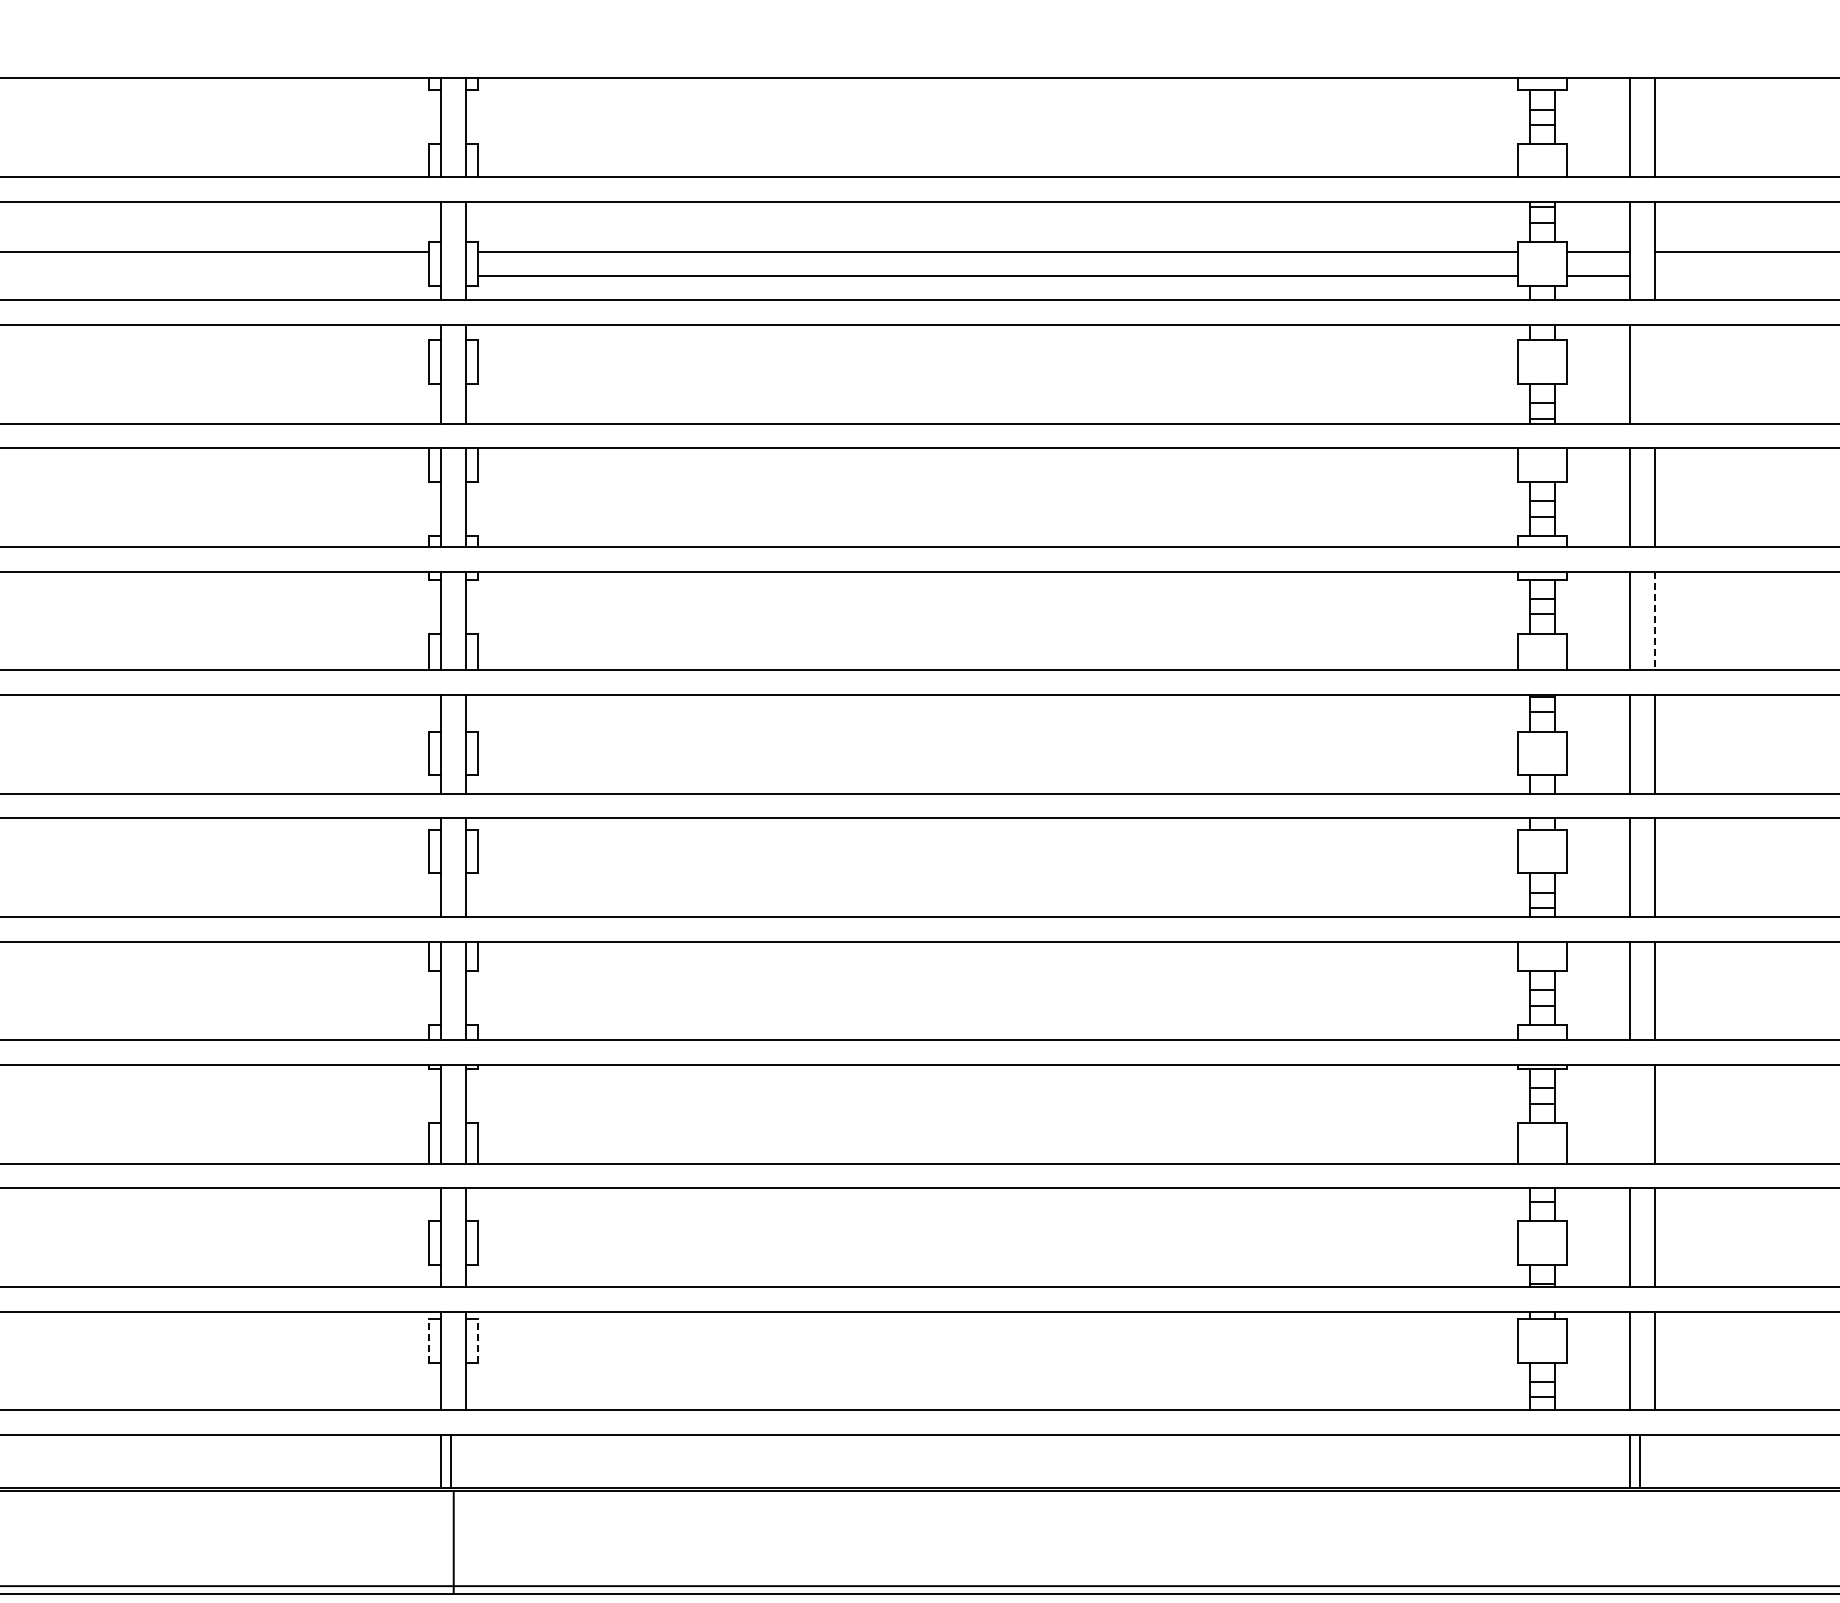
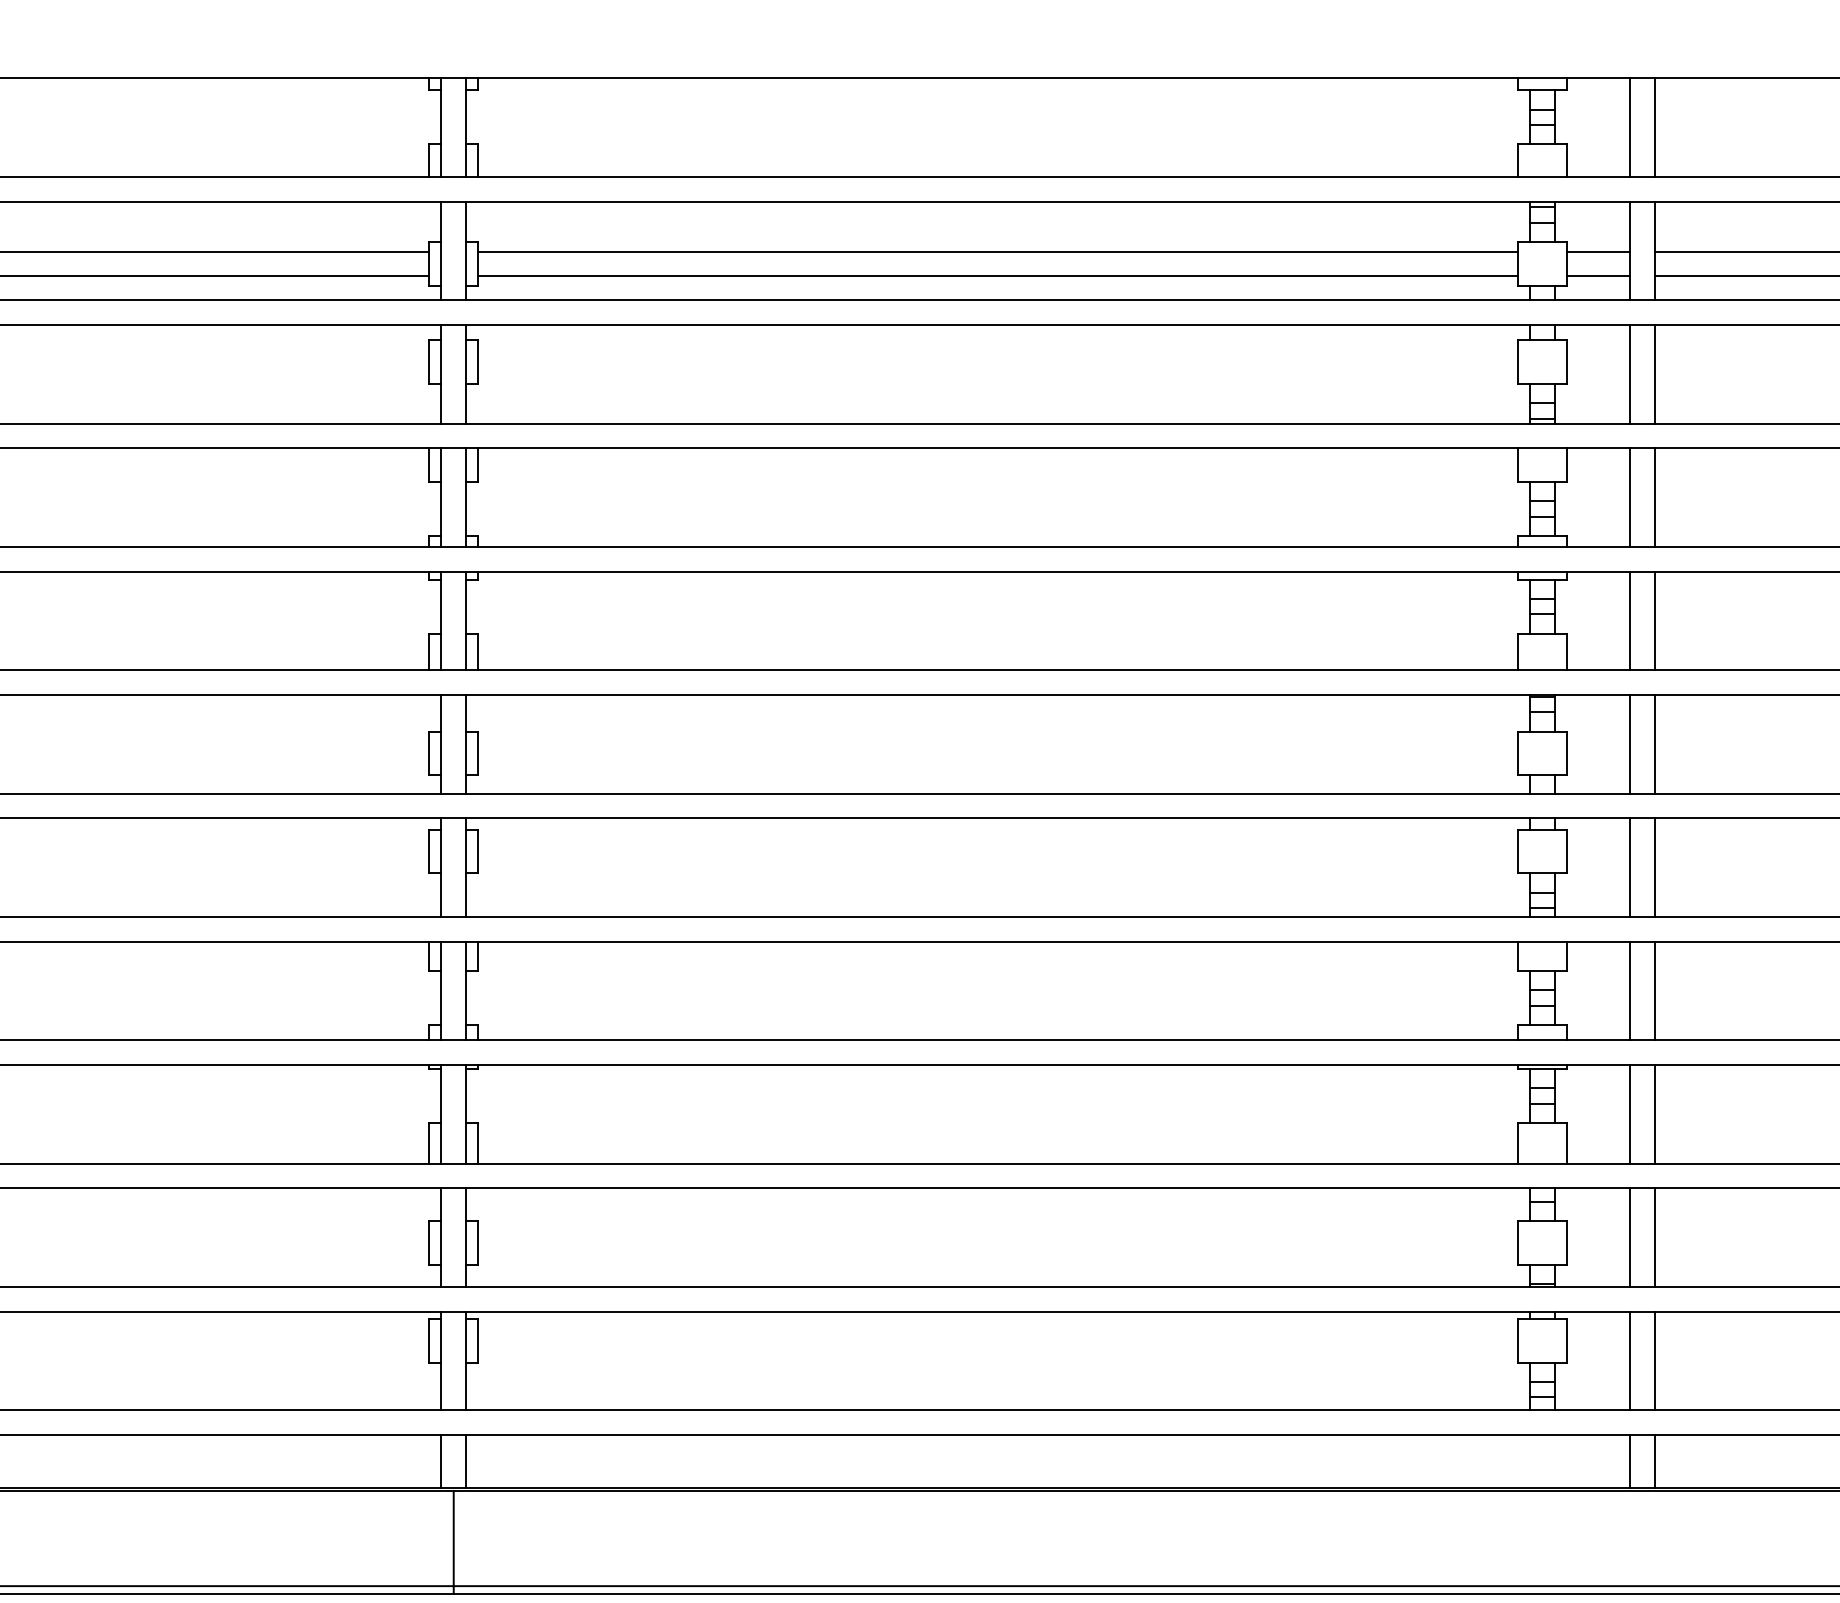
line at (215, 276): none -> present
line at (1745, 276): none -> present
line at (1654, 373): none -> present
line at (1654, 621): dashed -> solid
line at (1630, 1113): none -> present
line at (429, 1340): dashed -> solid
line at (478, 1340): dashed -> solid
line at (450, 1461) position: (450, 1461) -> (465, 1461)
line at (1639, 1461) position: (1639, 1461) -> (1654, 1461)
